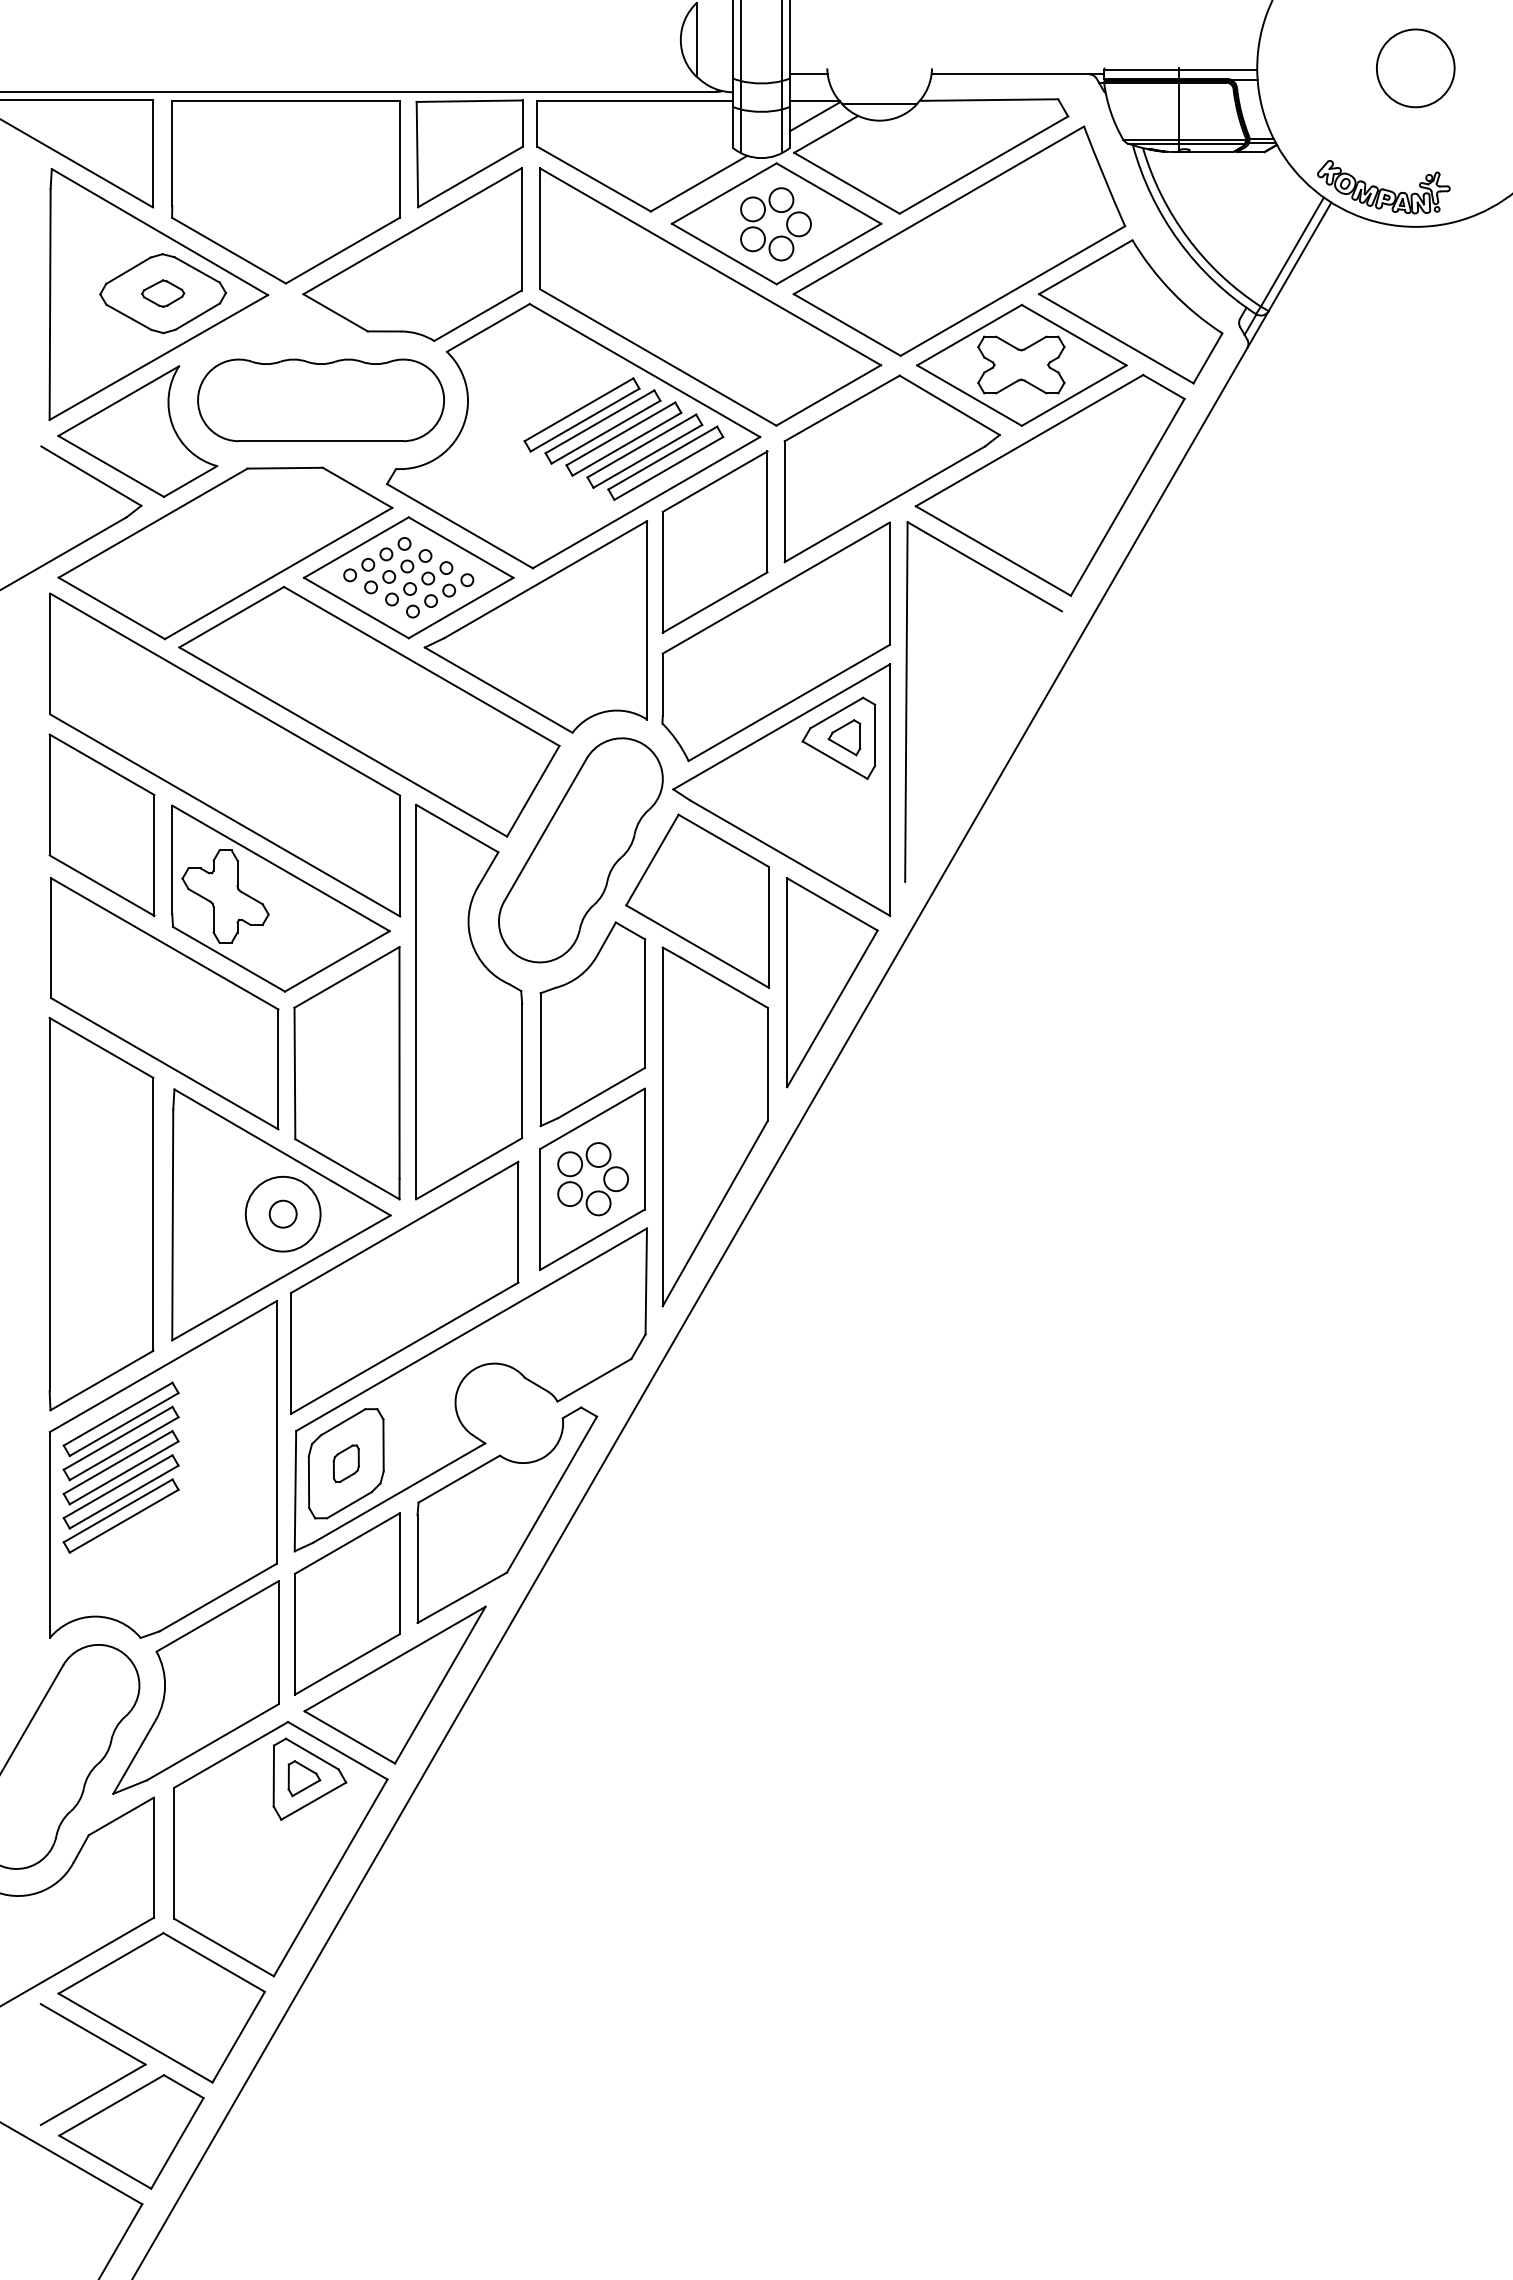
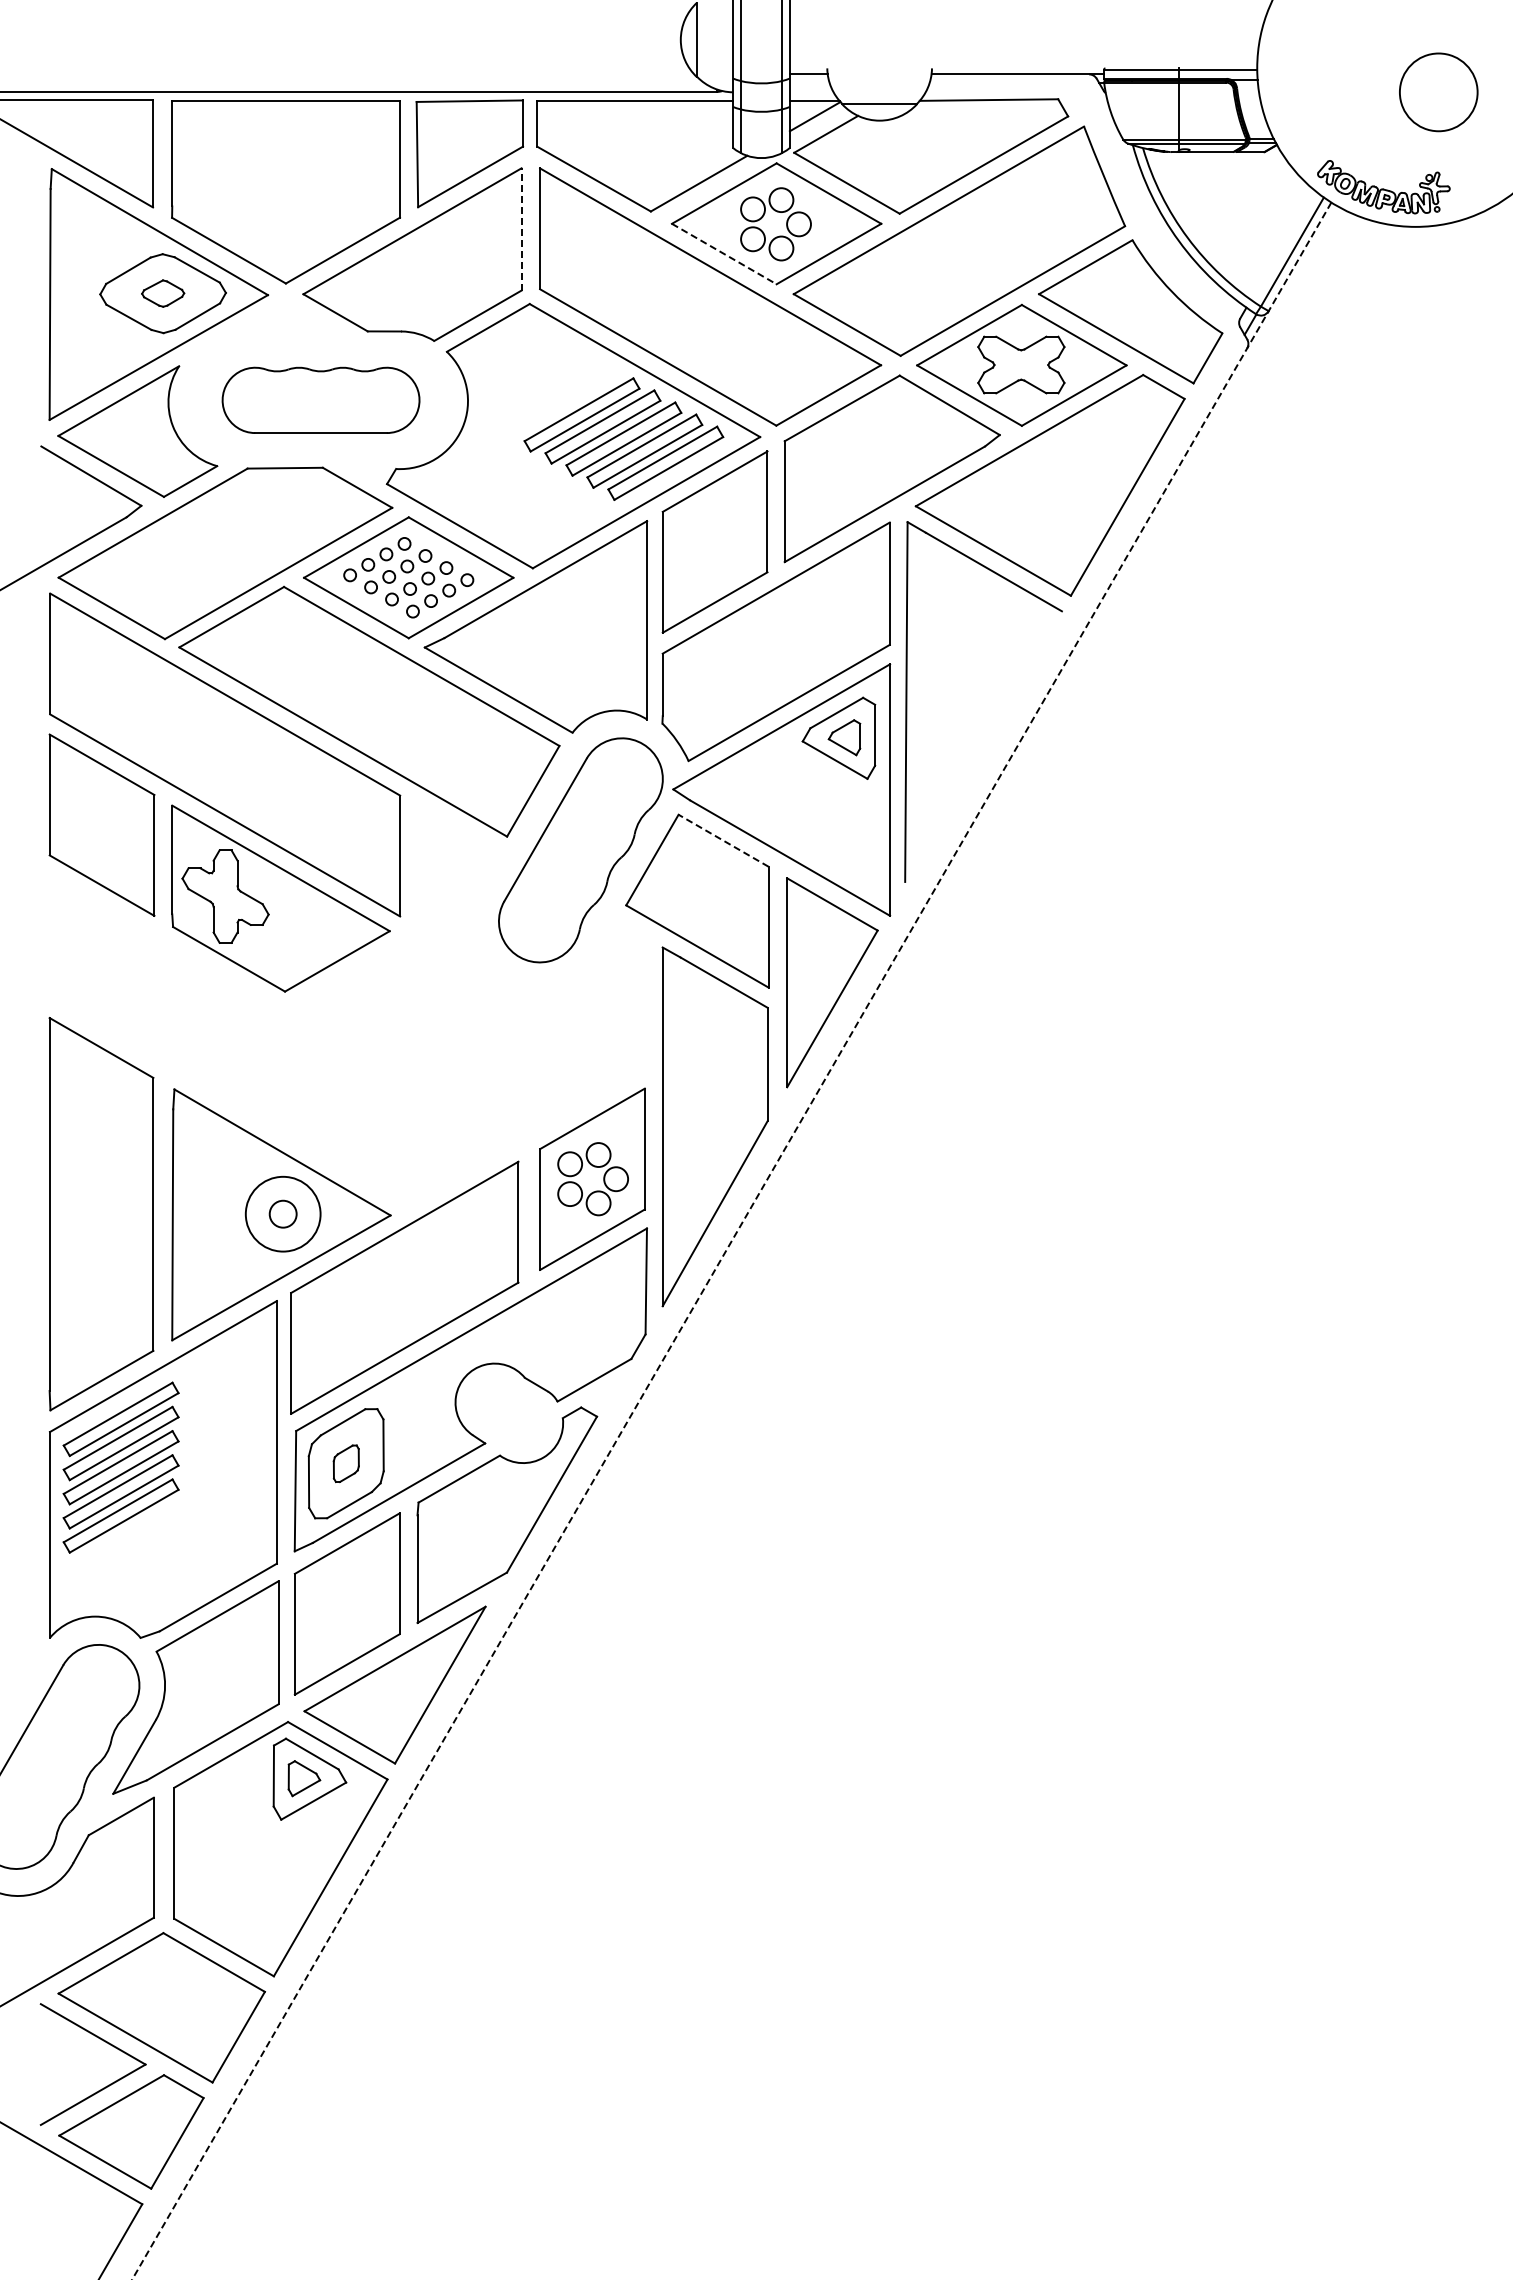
circle at (1415, 68) position: (1415, 68) -> (1438, 92)
line at (521, 228): solid -> dashed
line at (724, 254): solid -> dashed
part at (320, 400) size: 248x85 px -> 200x68 px
line at (723, 840): solid -> dashed
part at (469, 1001): present -> none
part at (164, 1003): present -> none
part at (592, 1024): present -> none
part at (346, 1073): present -> none
line at (731, 1241): solid -> dashed
